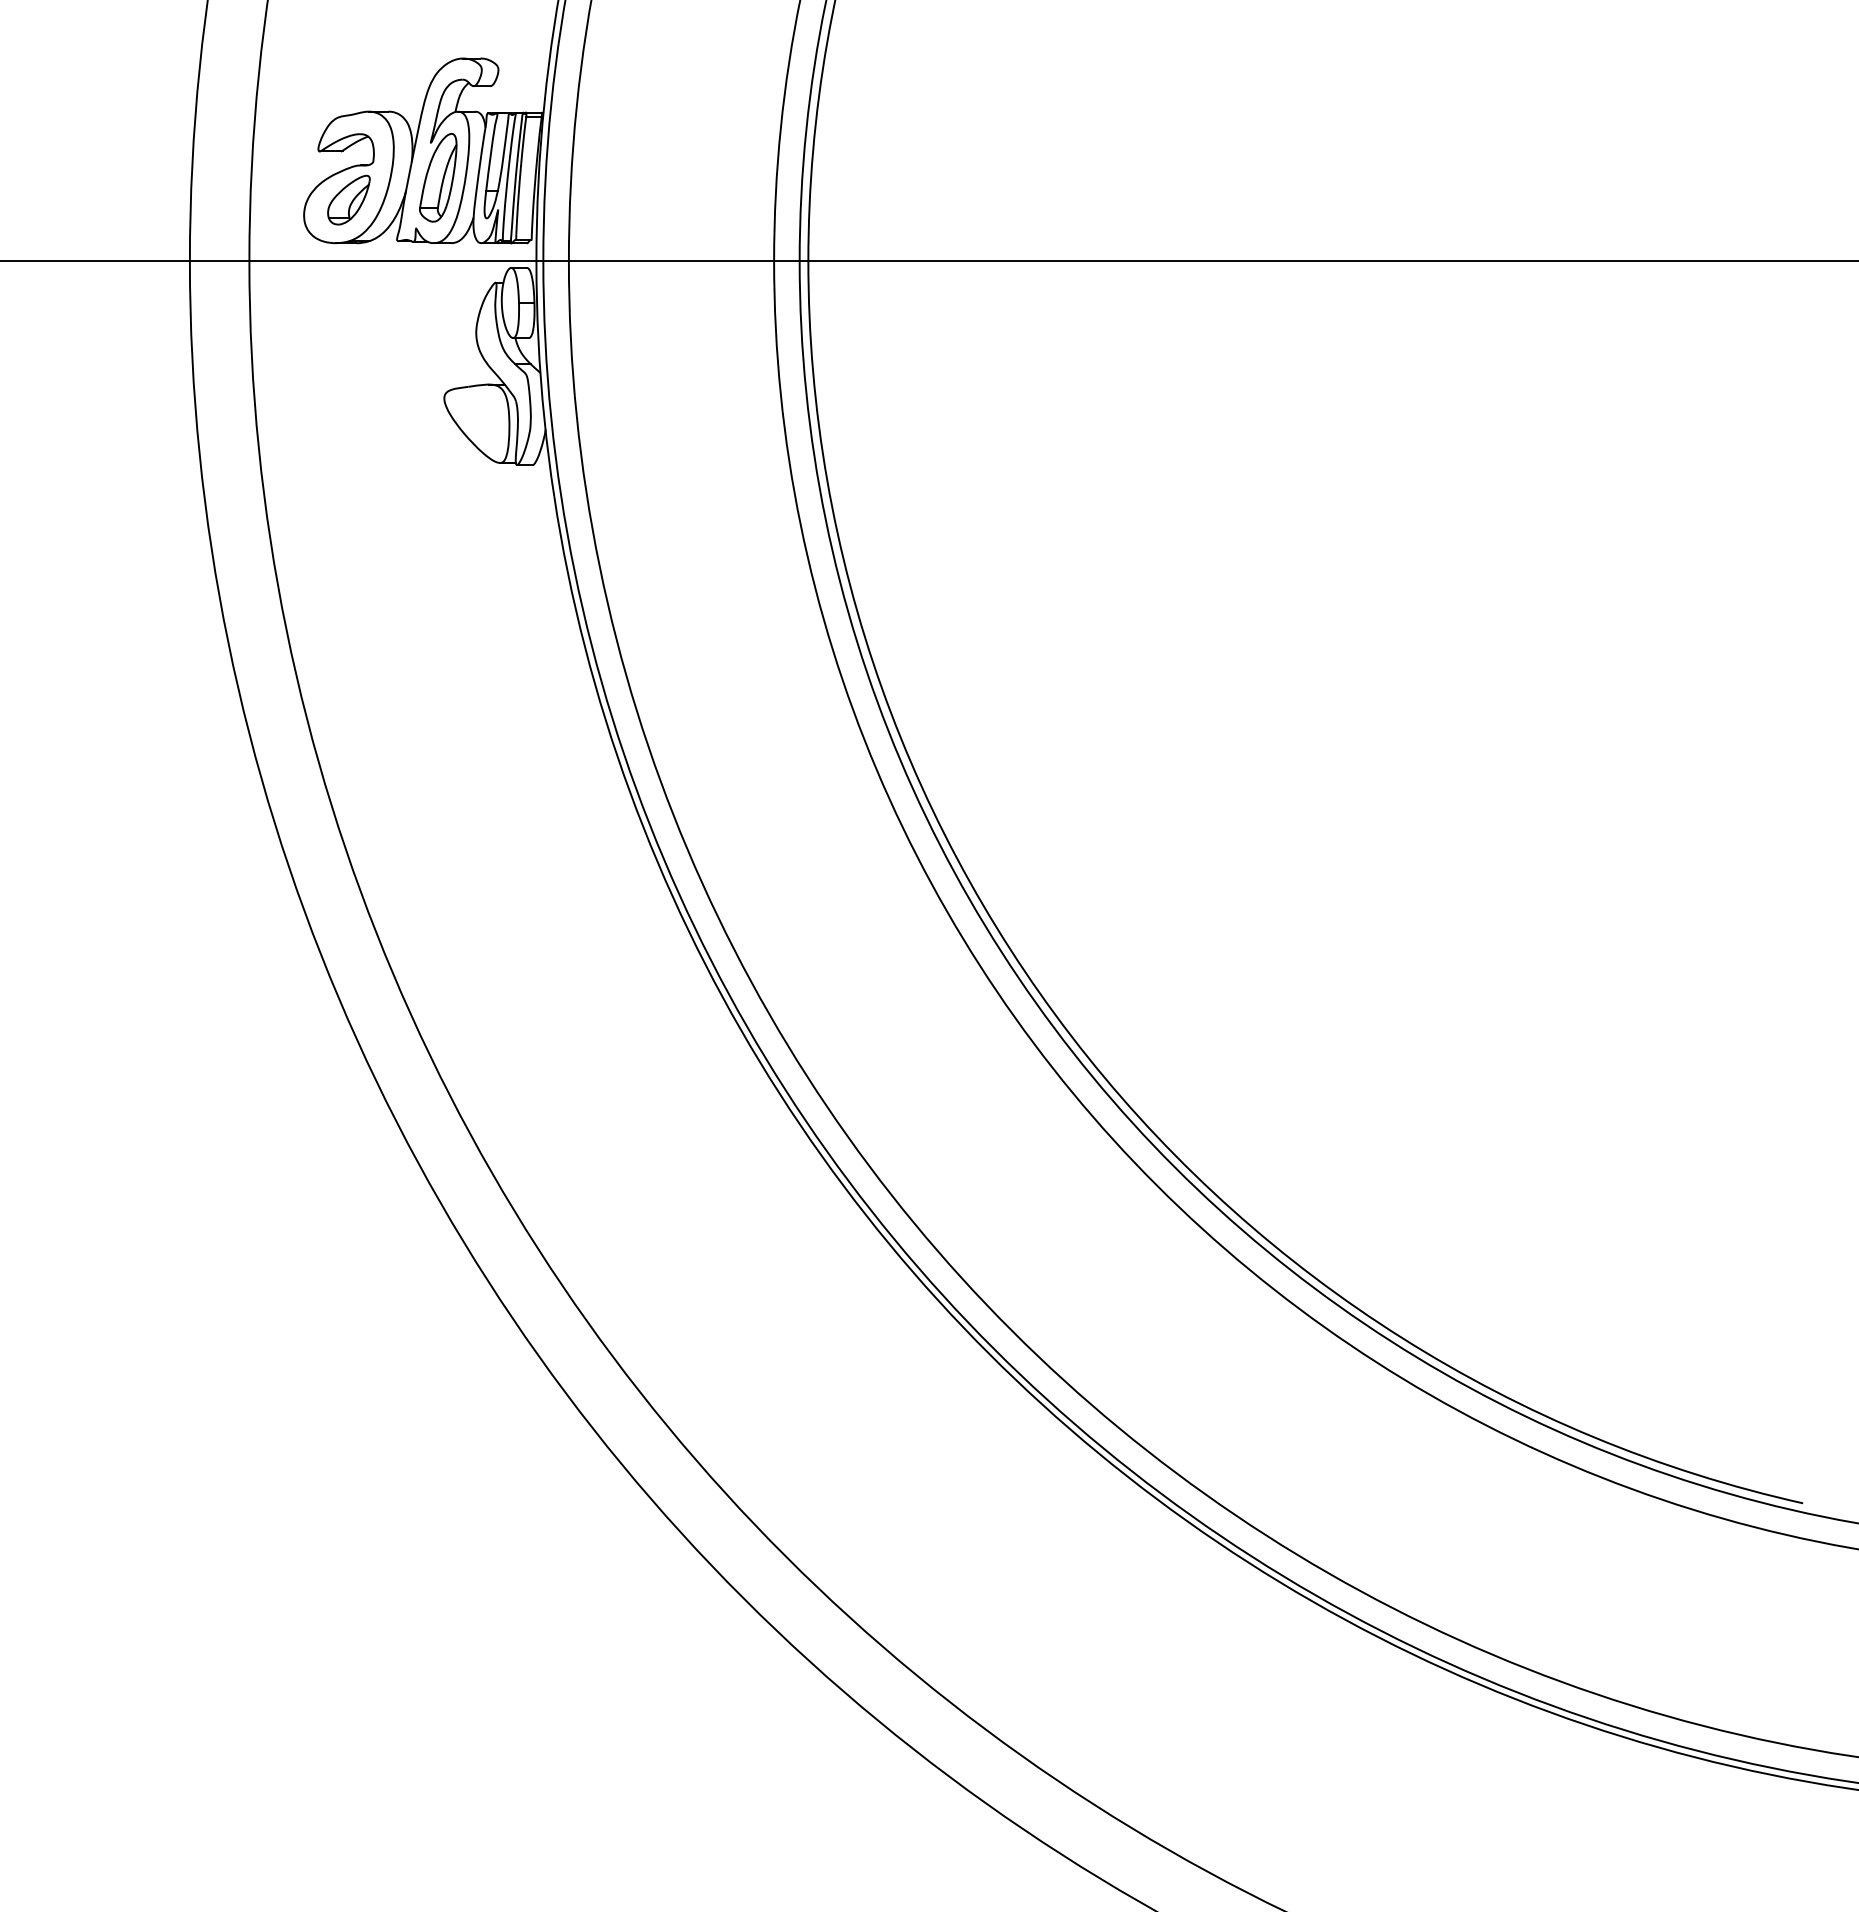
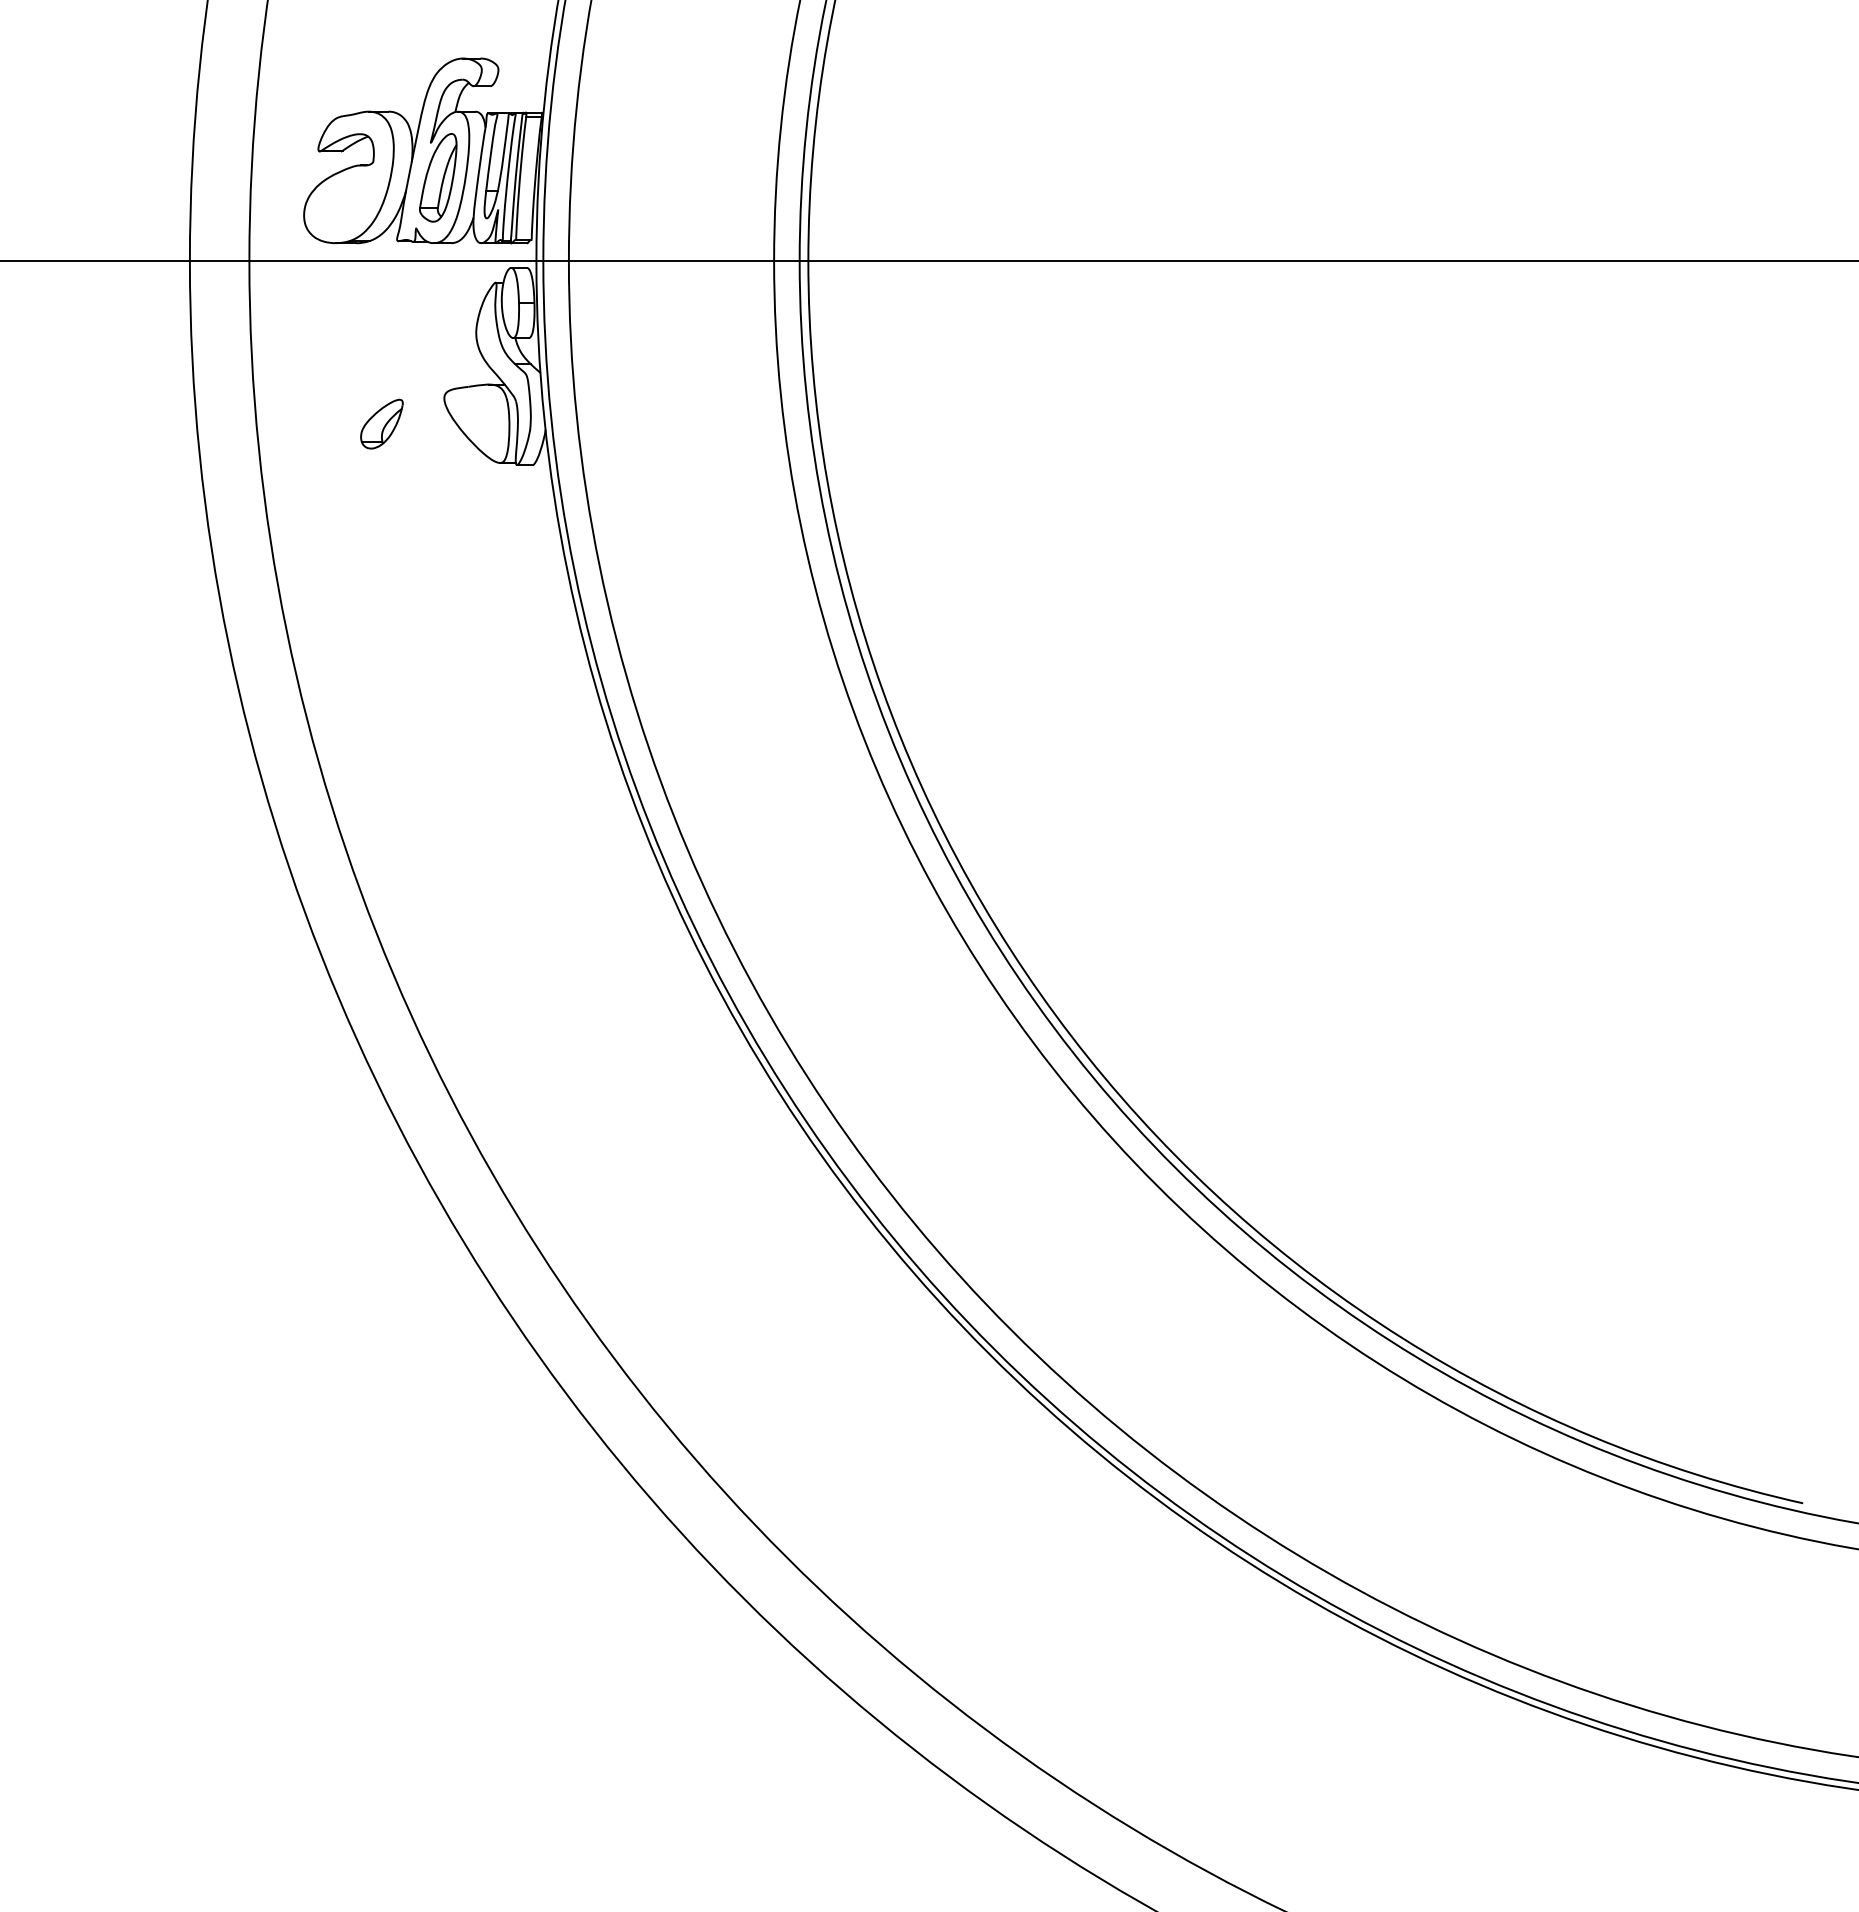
part at (348, 199) position: (348, 199) -> (381, 423)
